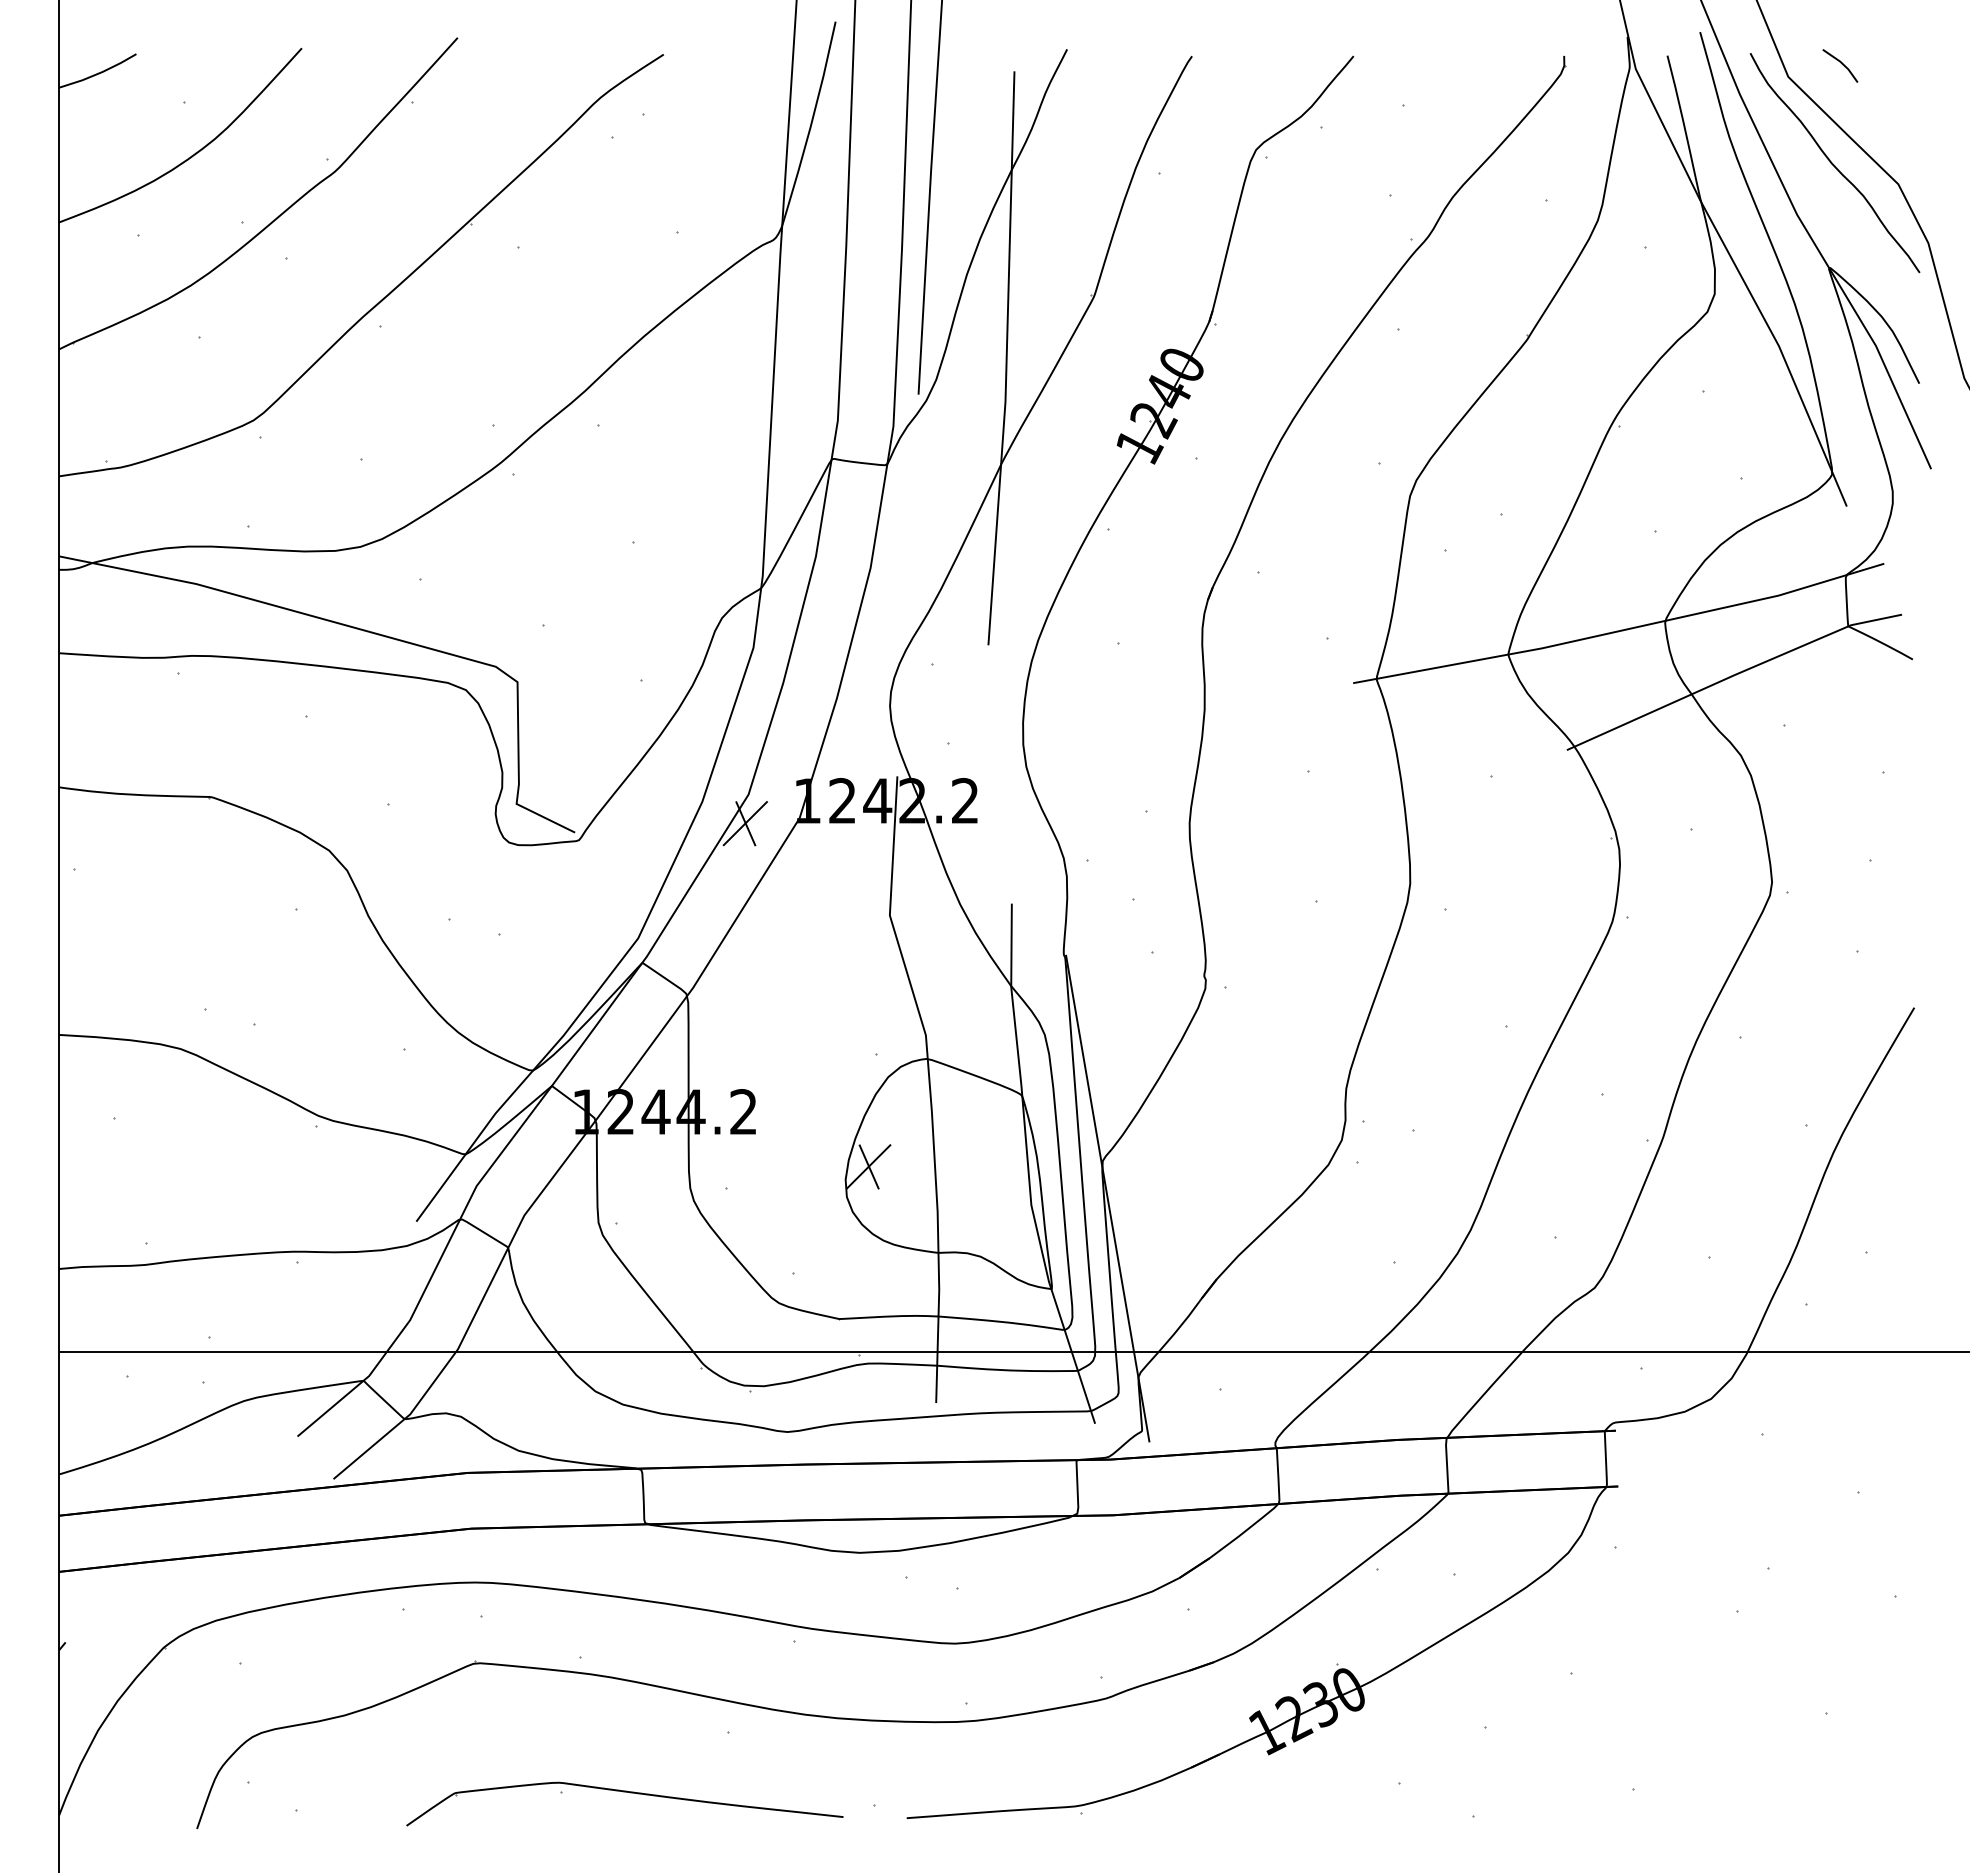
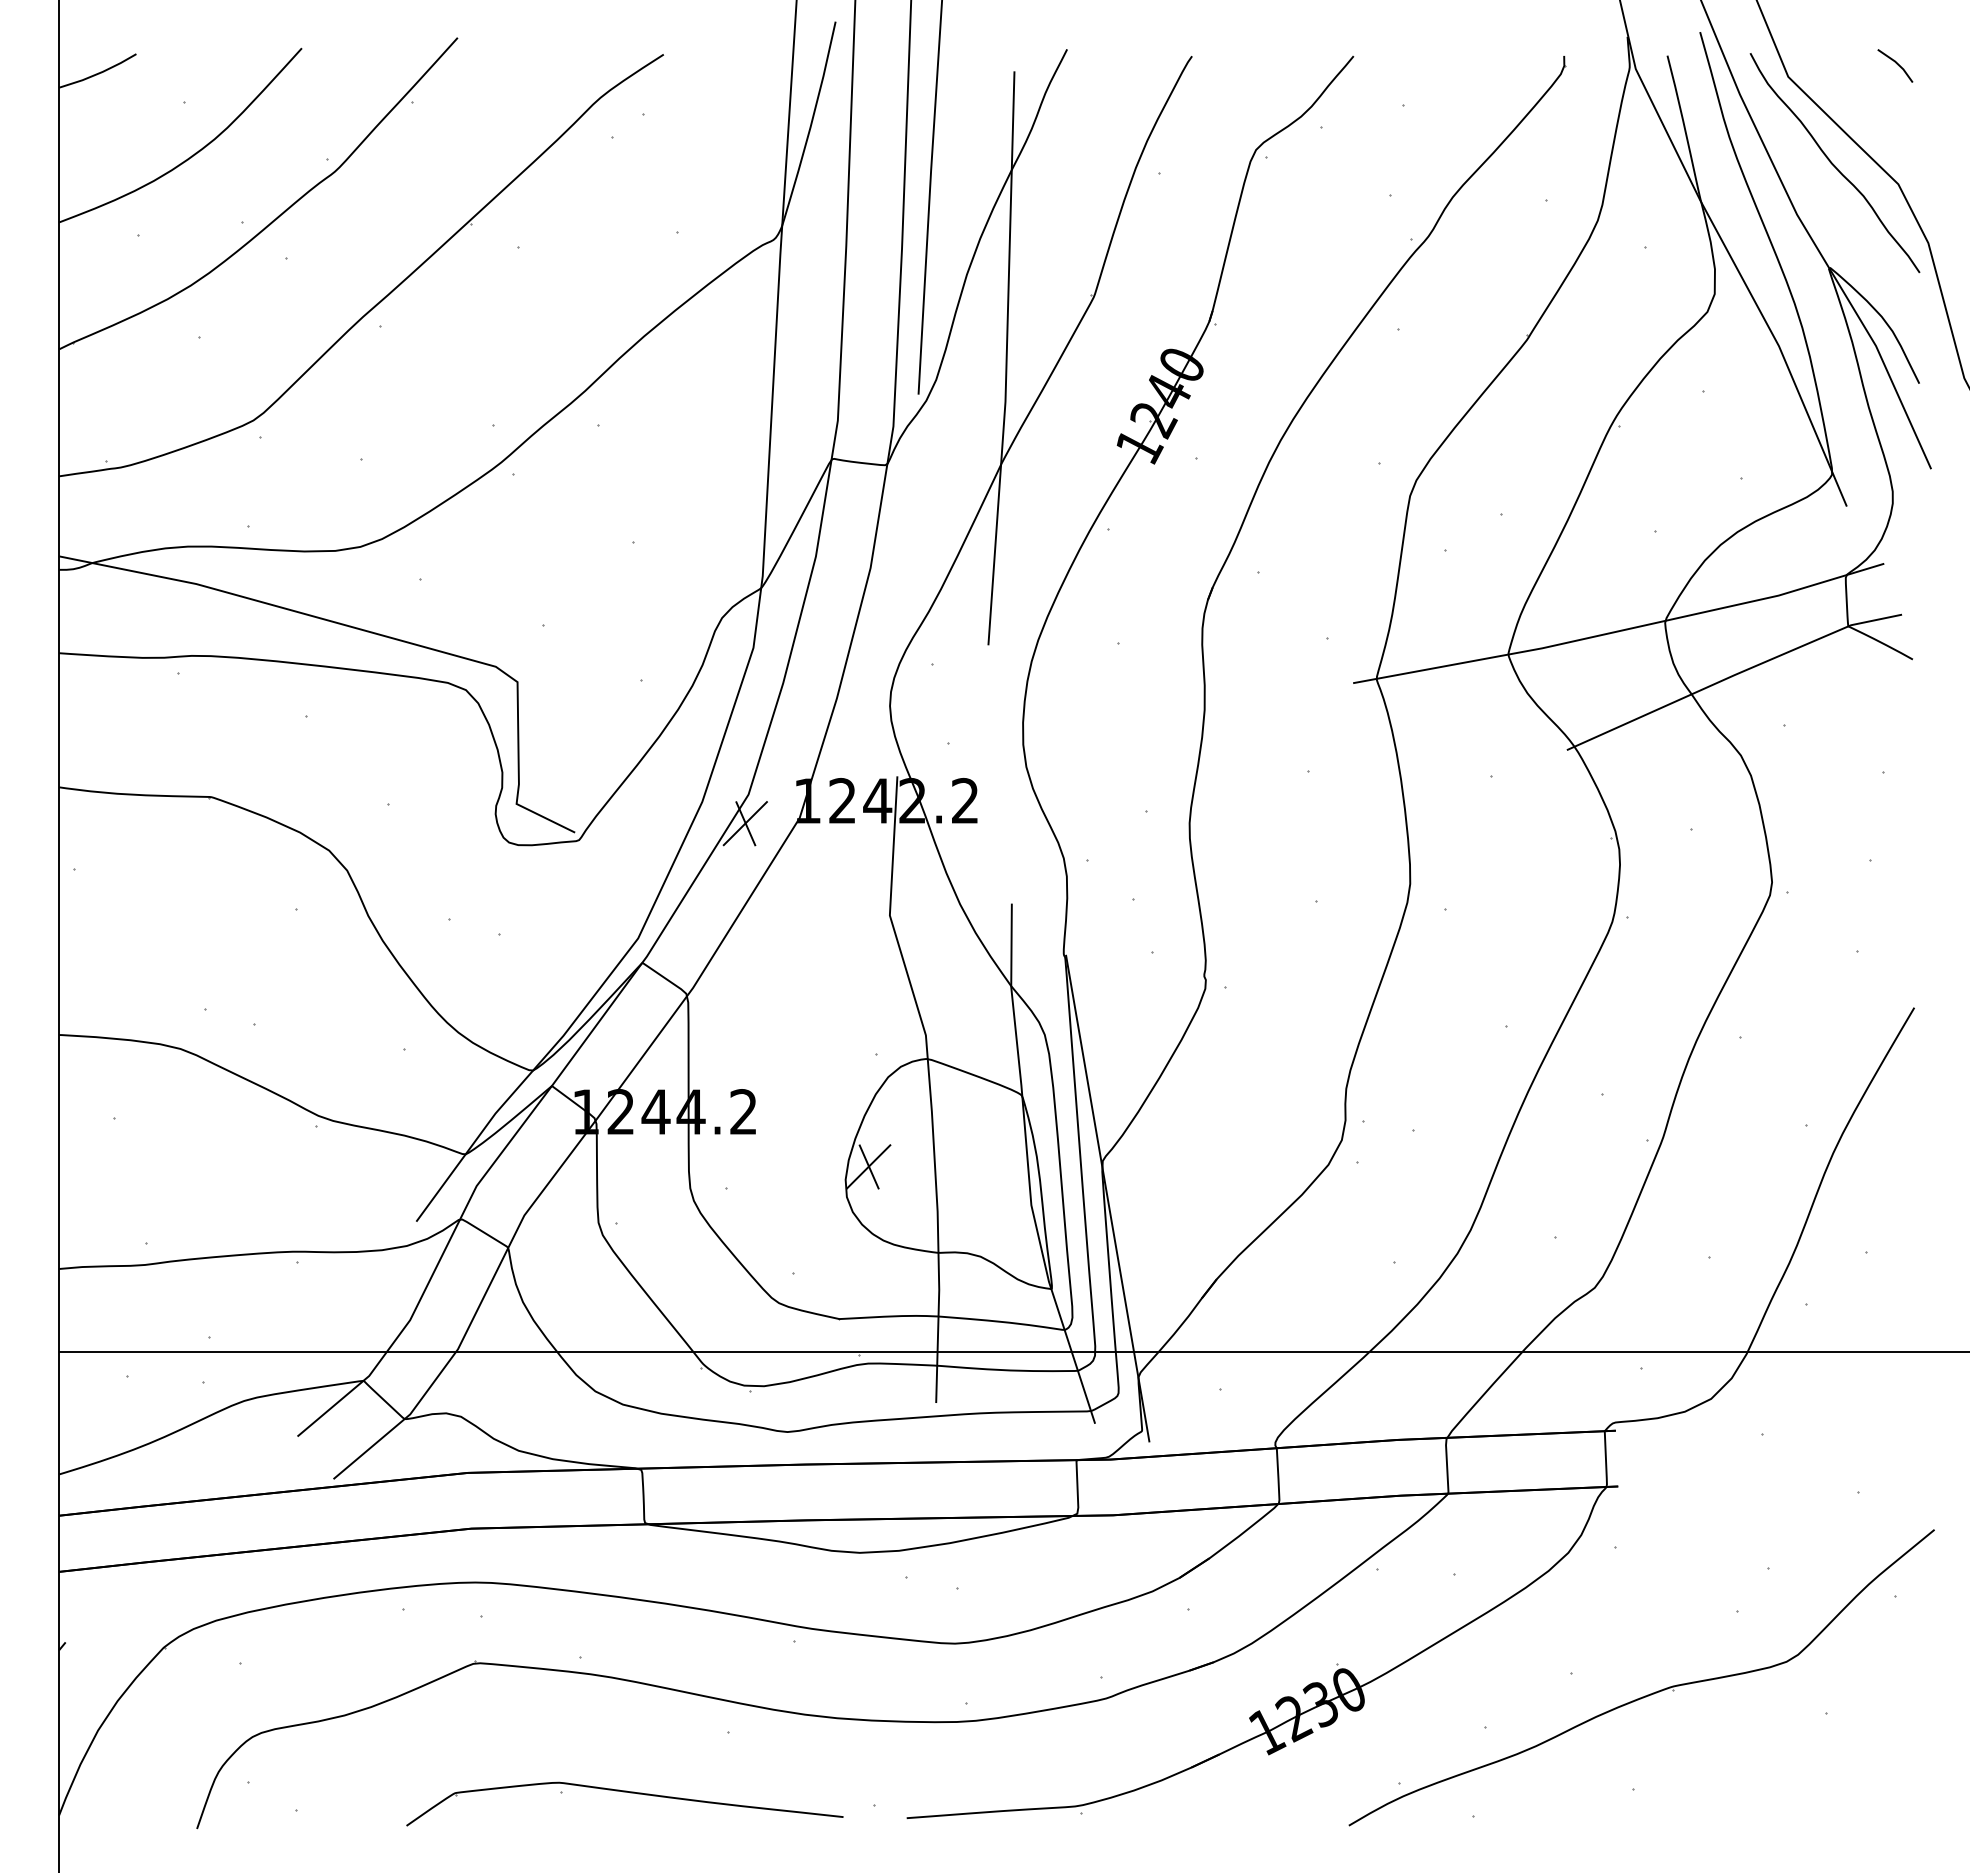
line at (1841, 64) position: (1841, 64) -> (1896, 64)
part at (1647, 1694): none -> present
